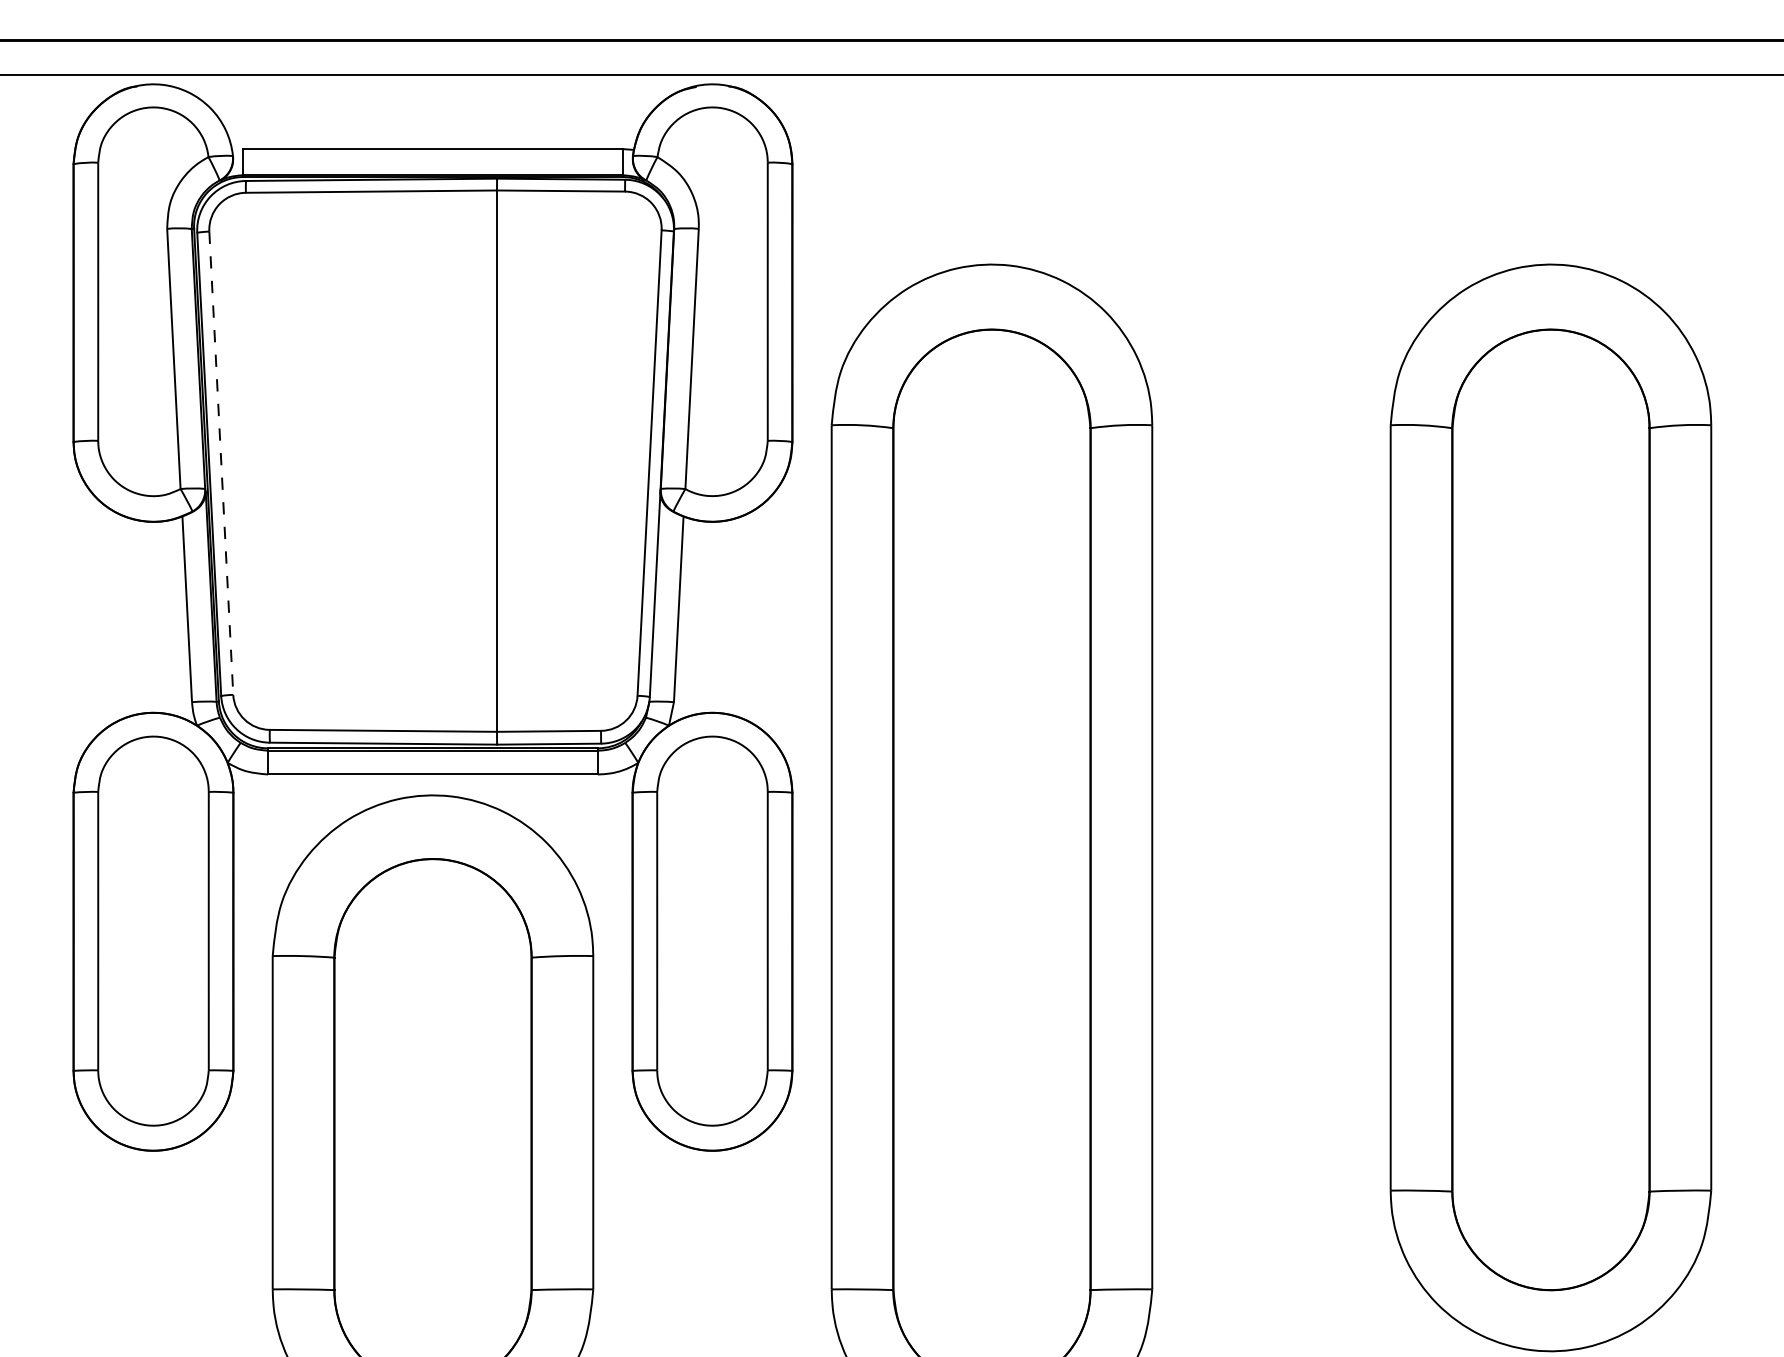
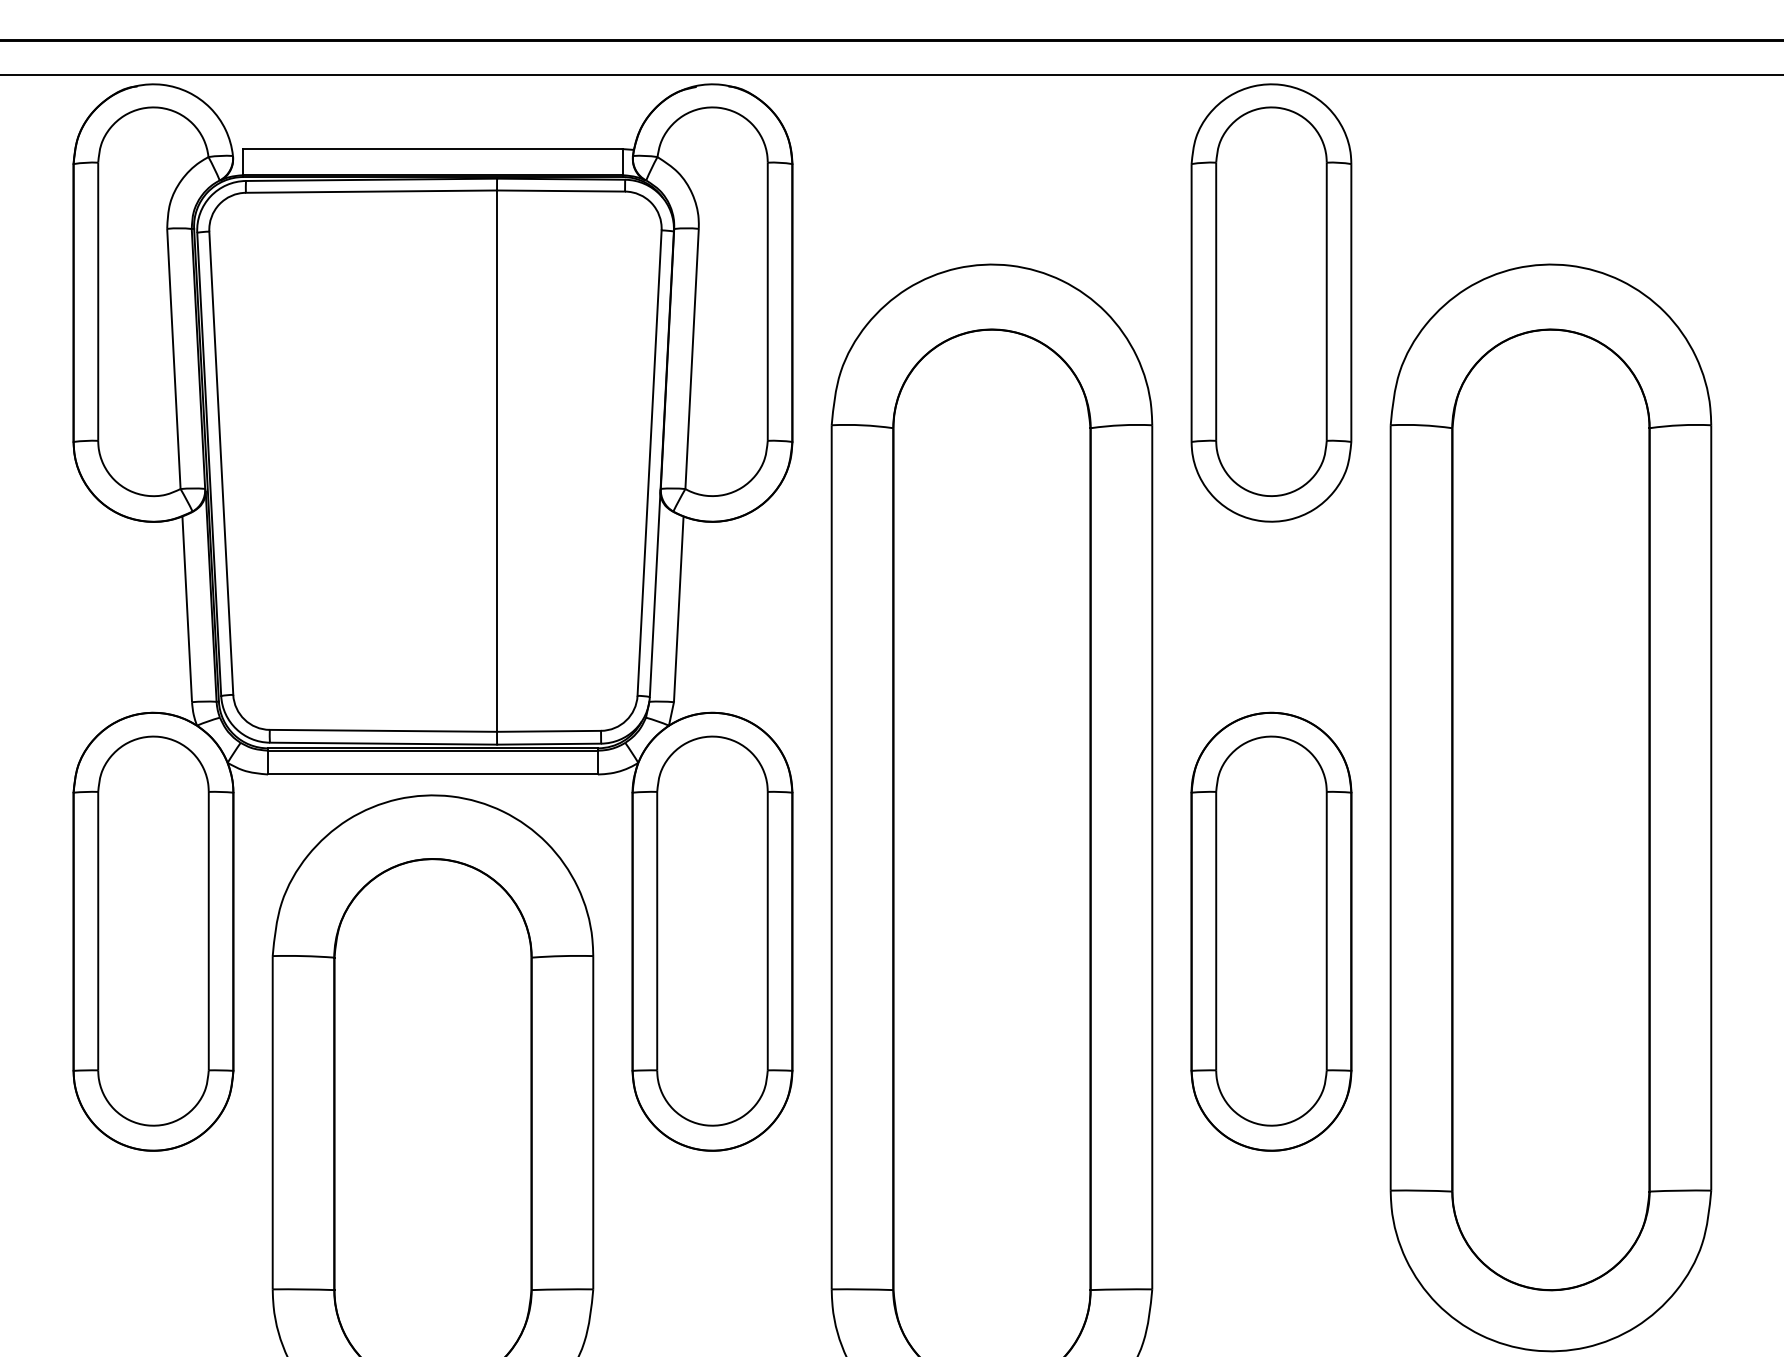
part at (1271, 302): none -> present
line at (221, 463): dashed -> solid
part at (1271, 931): none -> present
